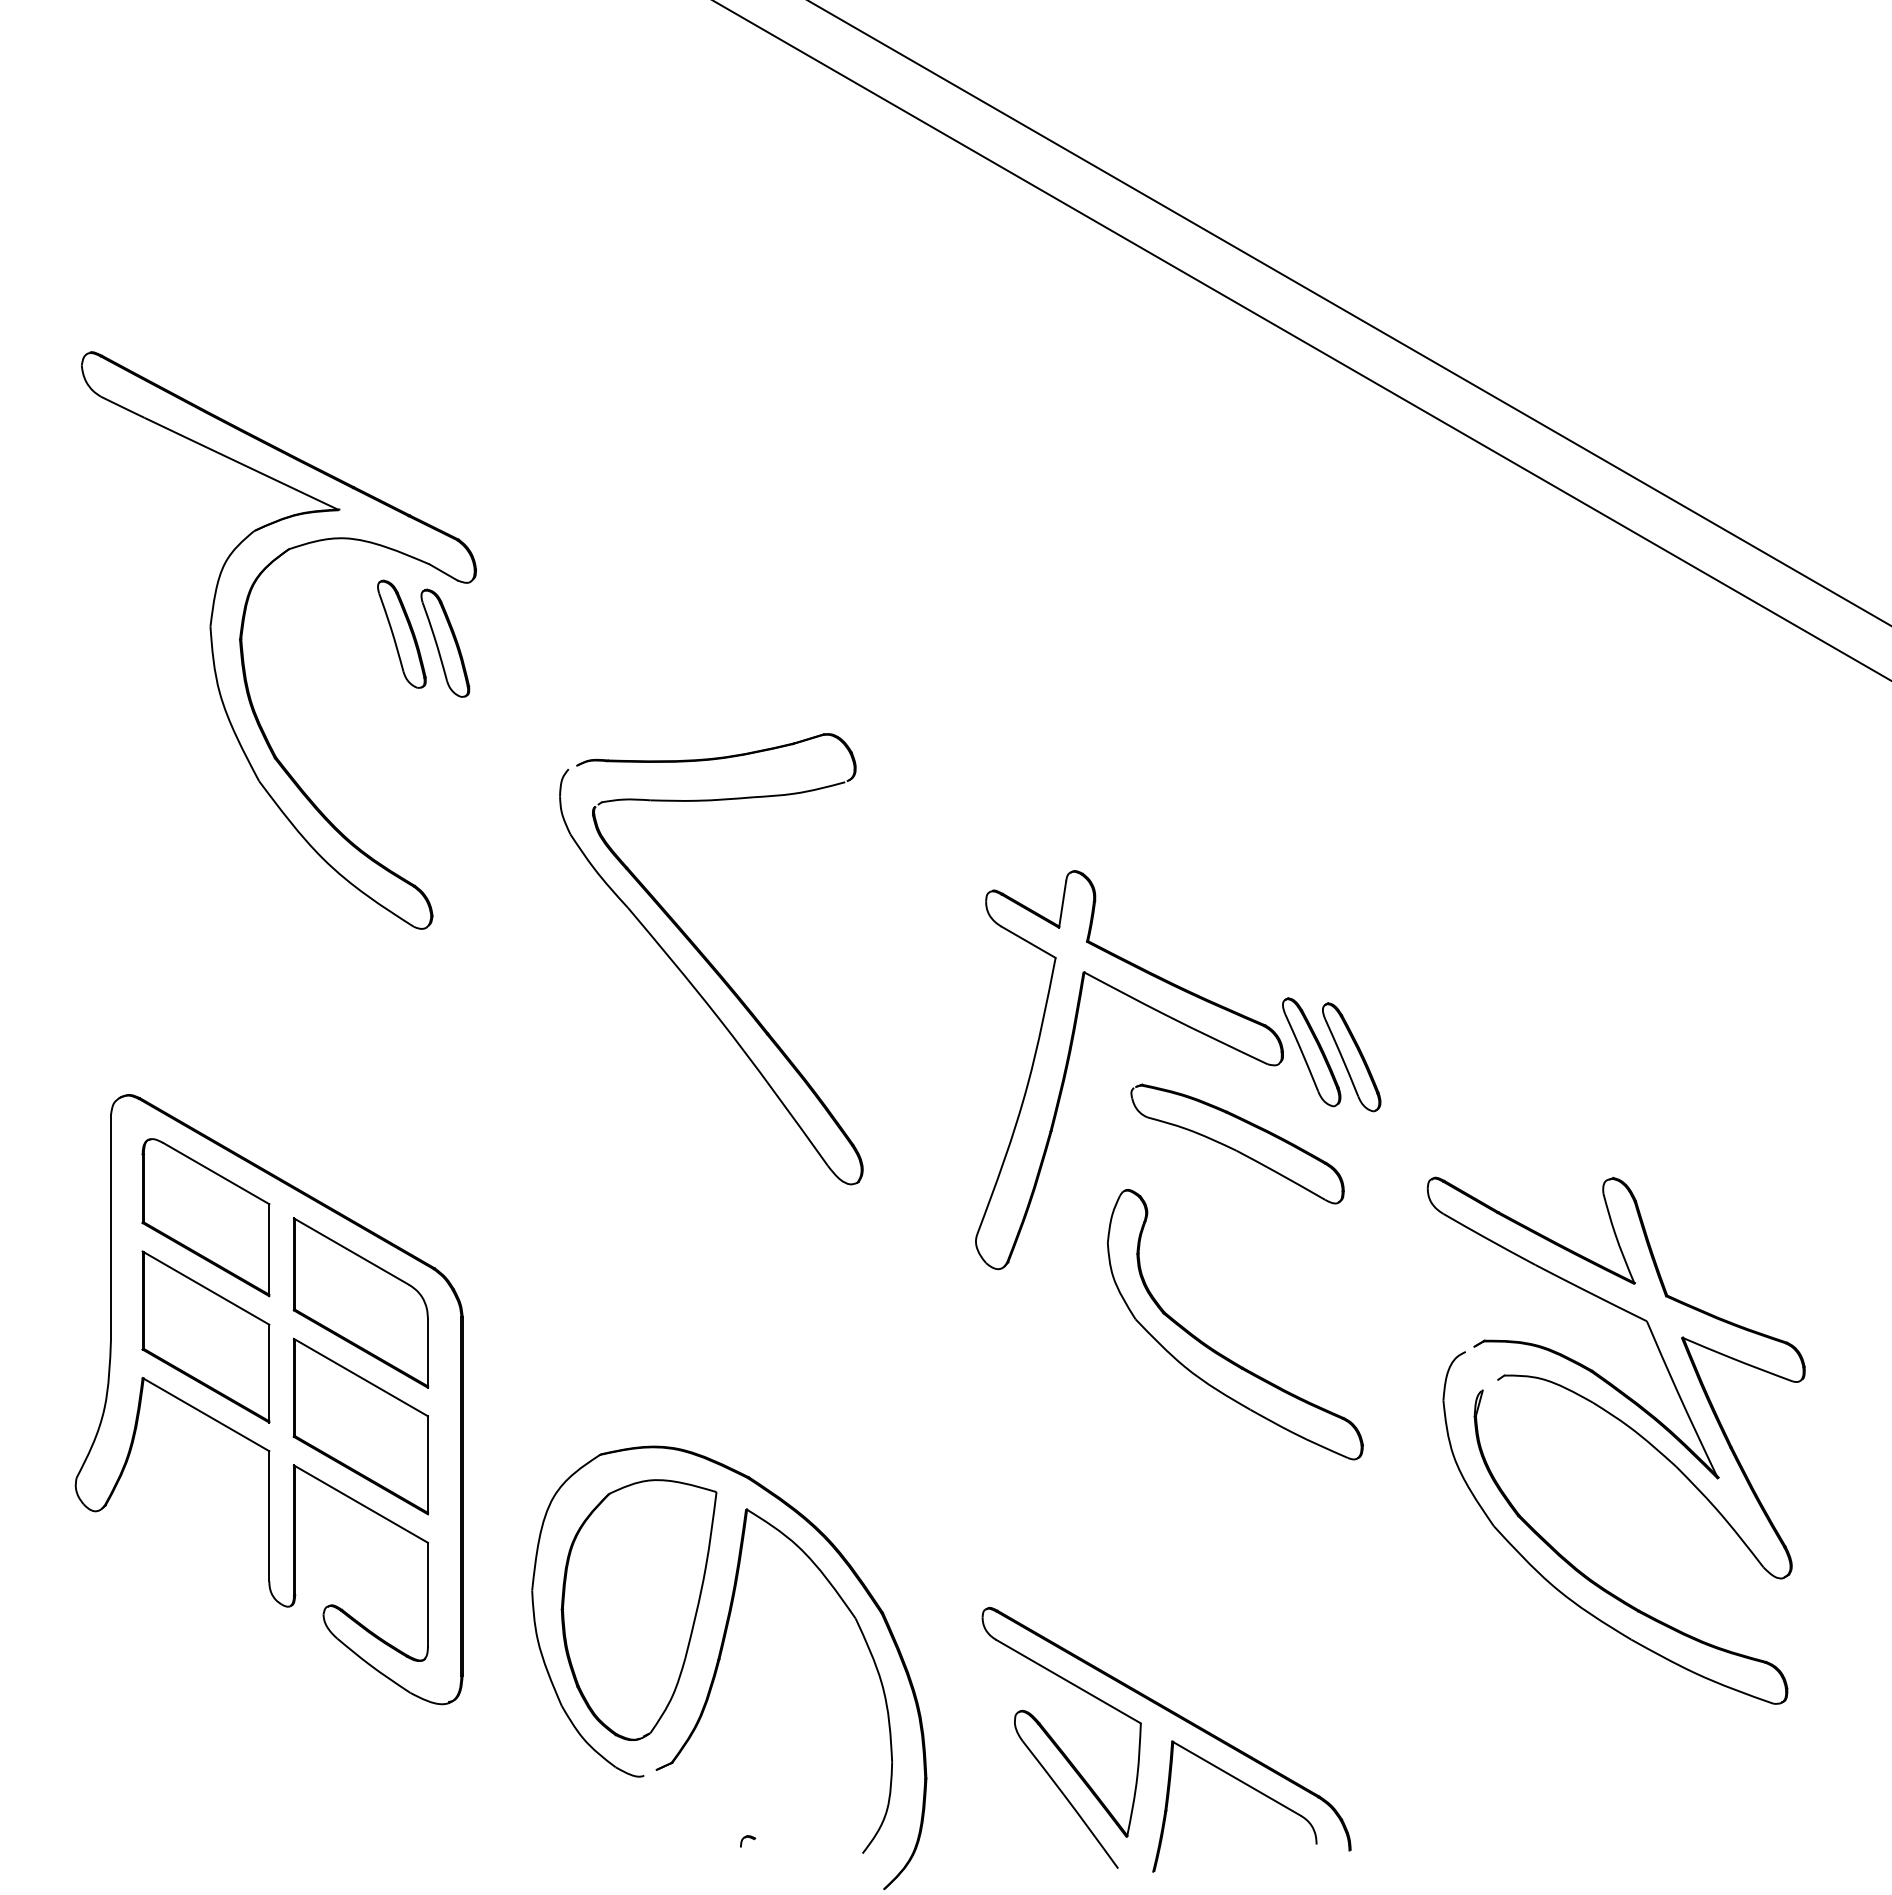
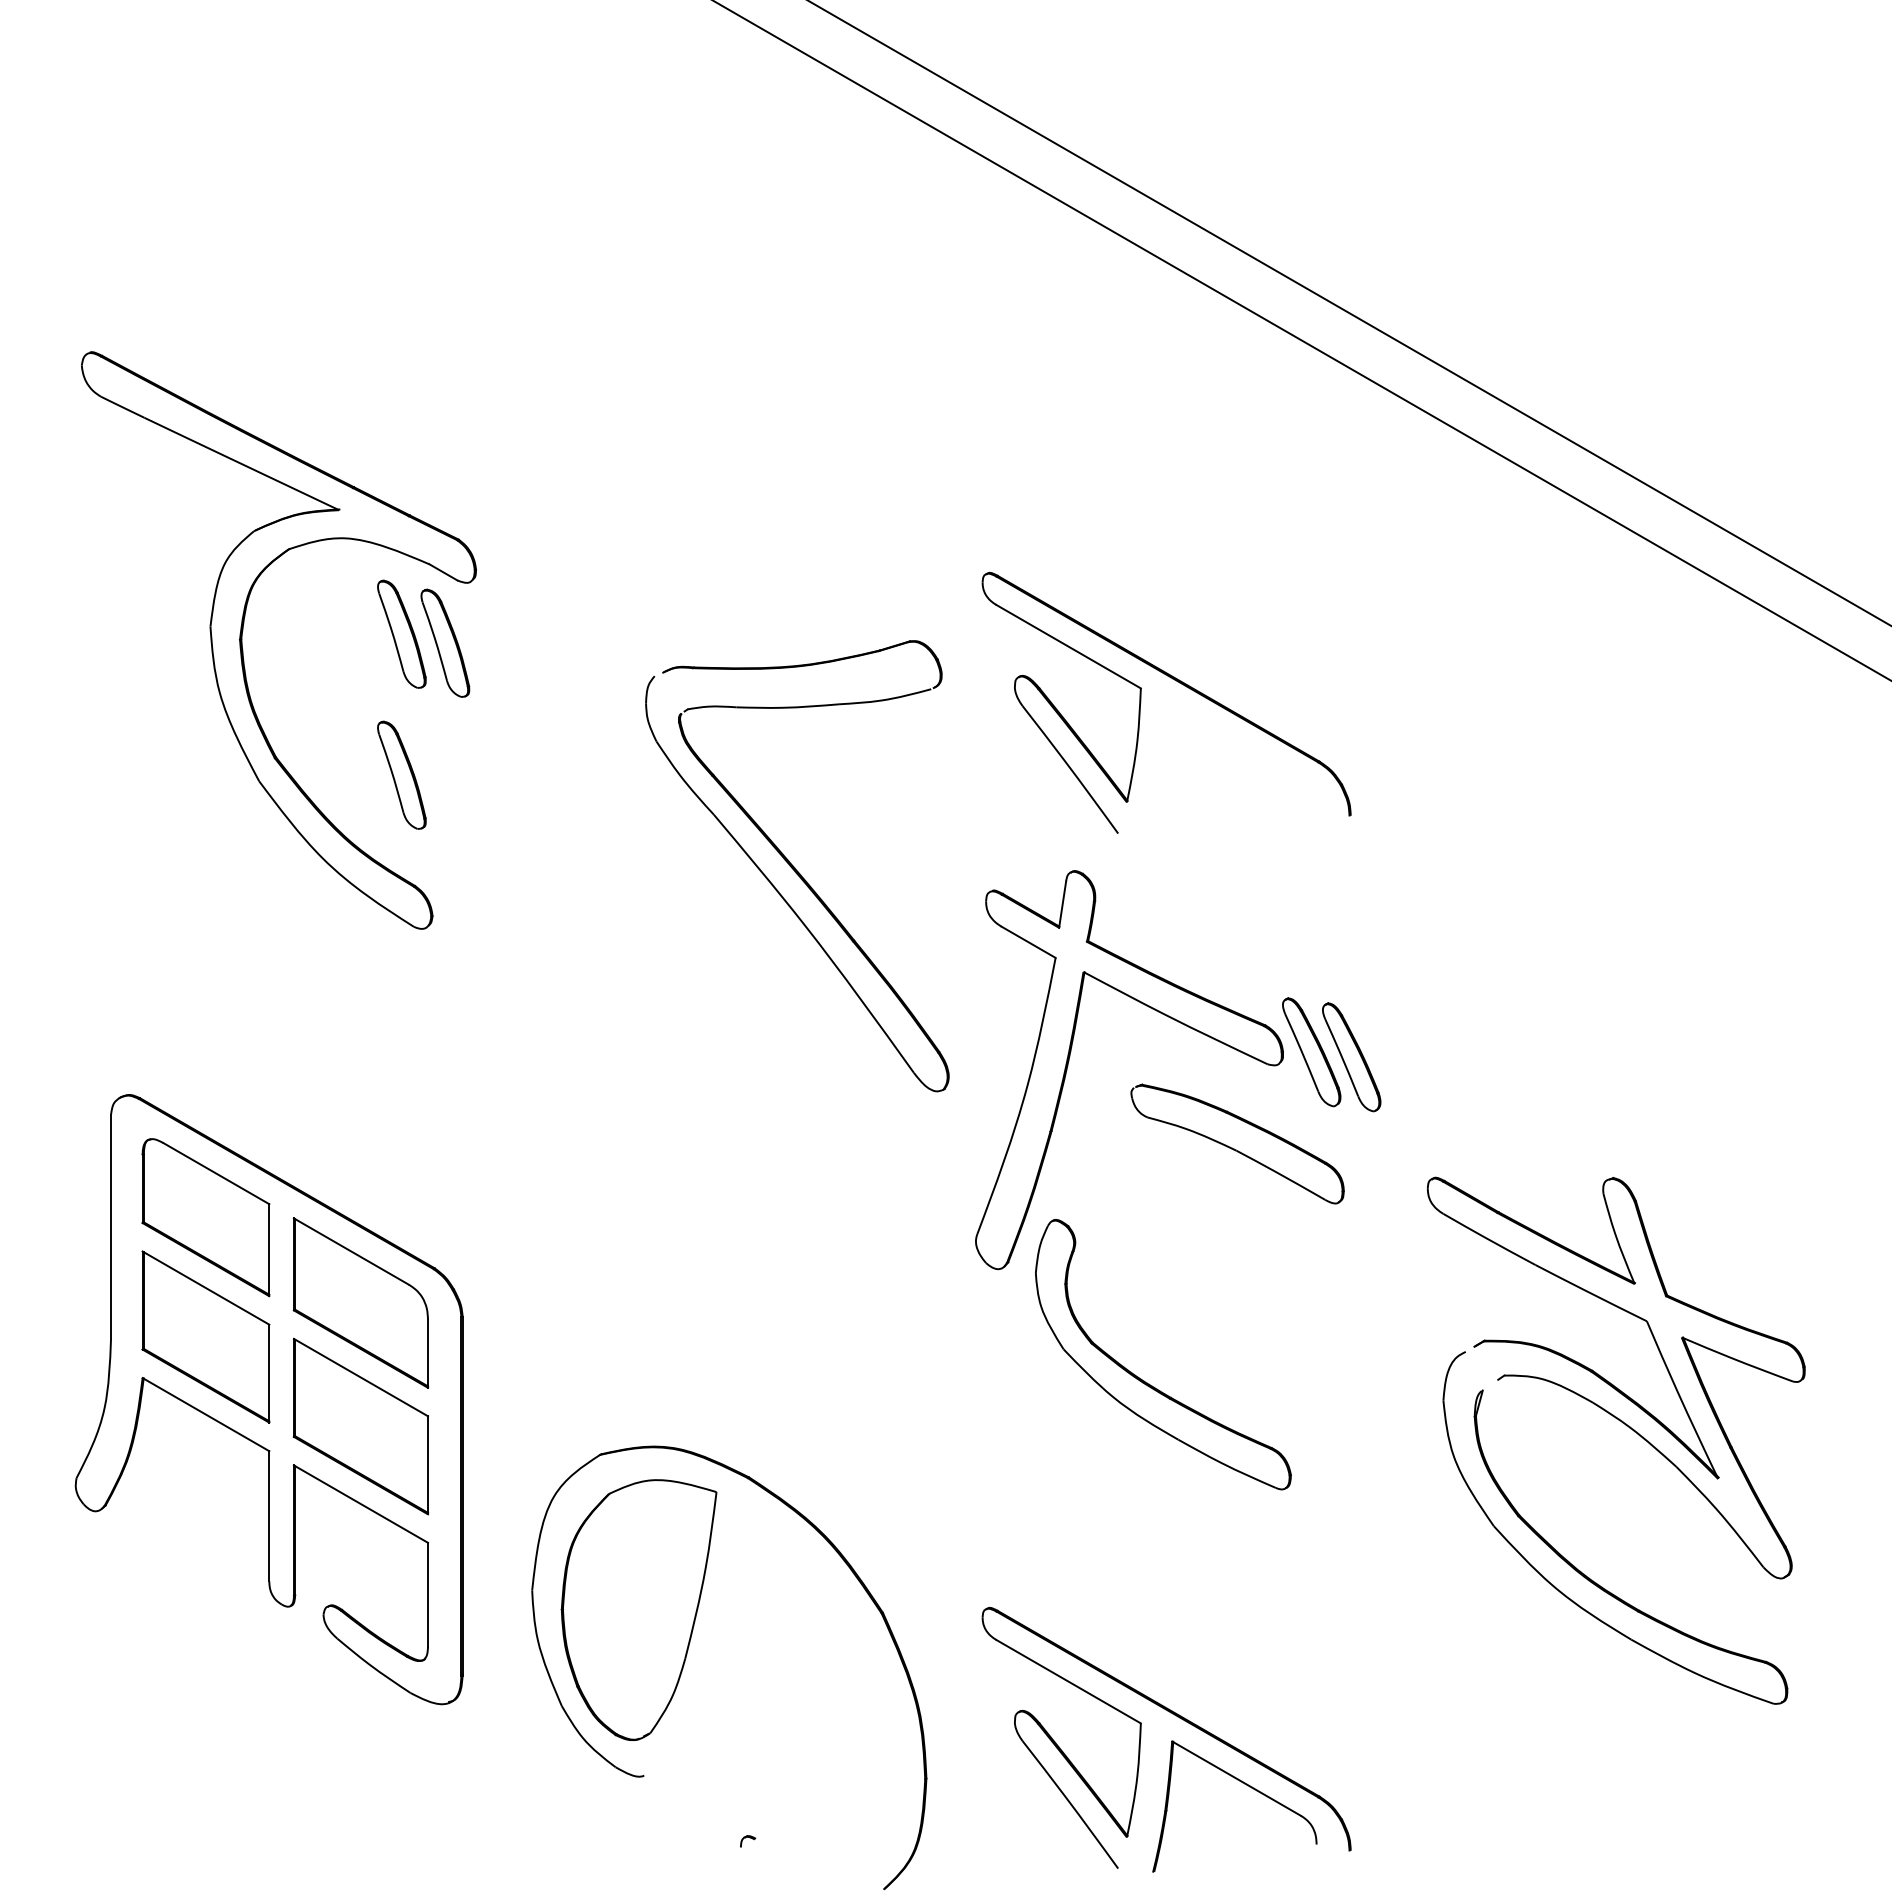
part at (1177, 682): none -> present
part at (401, 774): none -> present
part at (711, 959) position: (711, 959) -> (797, 866)
part at (1216, 1350) position: (1216, 1350) -> (1144, 1380)
part at (718, 1667): present -> none
